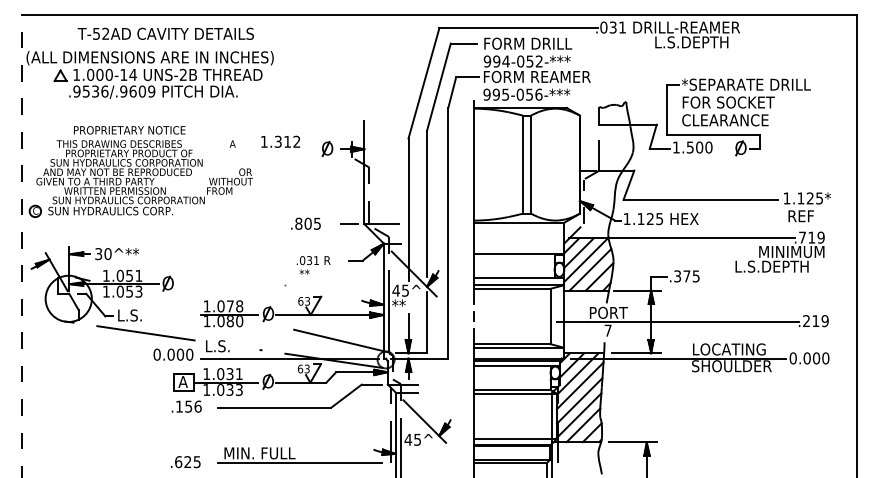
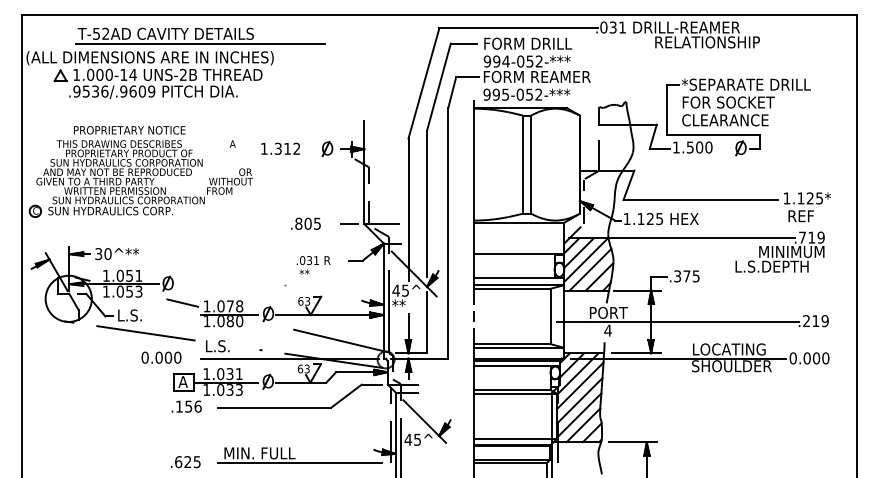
text at (707, 42): L.S.DEPTH -> RELATIONSHIP
line at (200, 44): none -> present
text at (538, 94): 995-056-*** -> 995-052-***
text at (280, 141) position: (280, 141) -> (280, 148)
line at (21, 245): dashed -> solid
line at (182, 303): none -> present
text at (607, 330): 7 -> 4
text at (173, 354) position: (173, 354) -> (161, 357)
